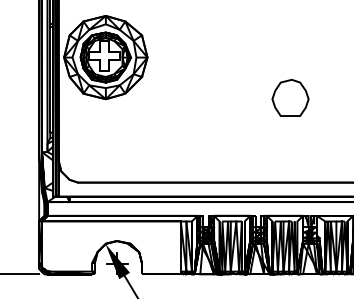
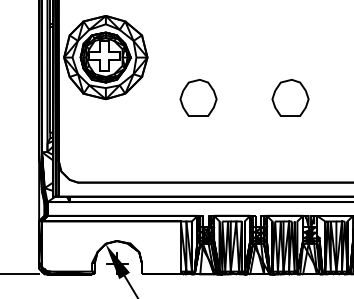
part at (198, 97): none -> present
